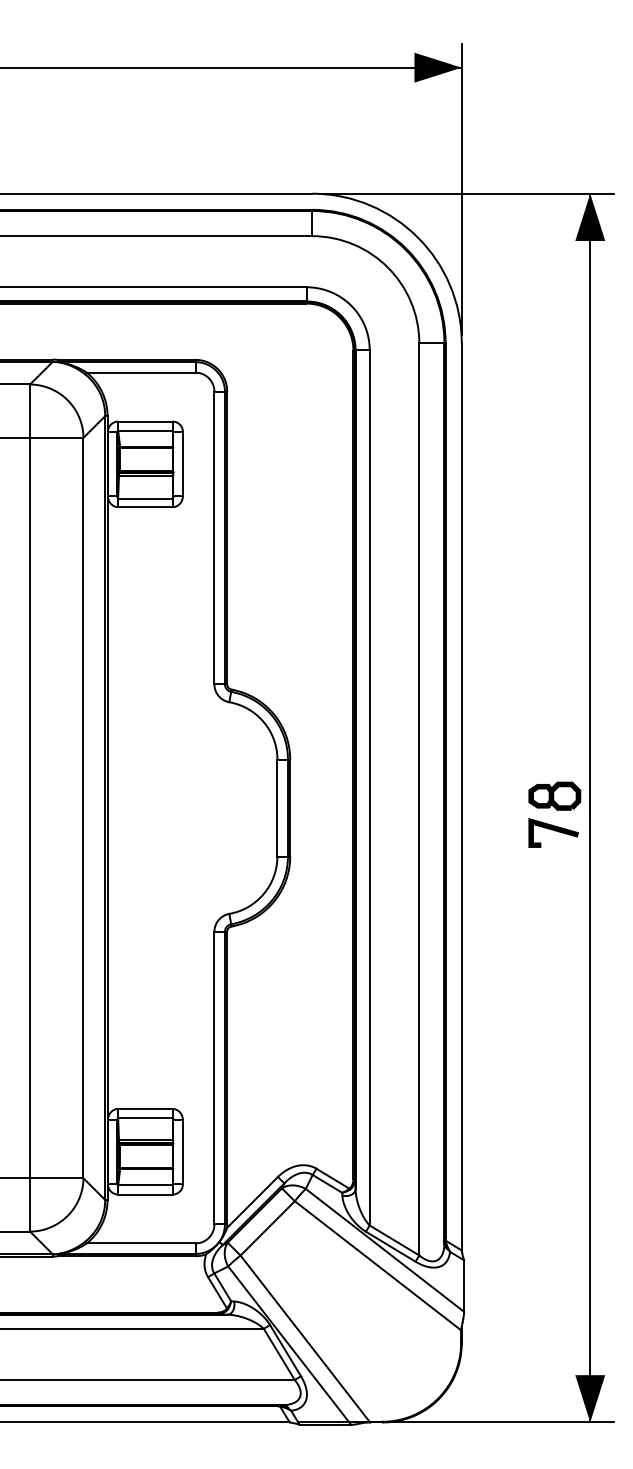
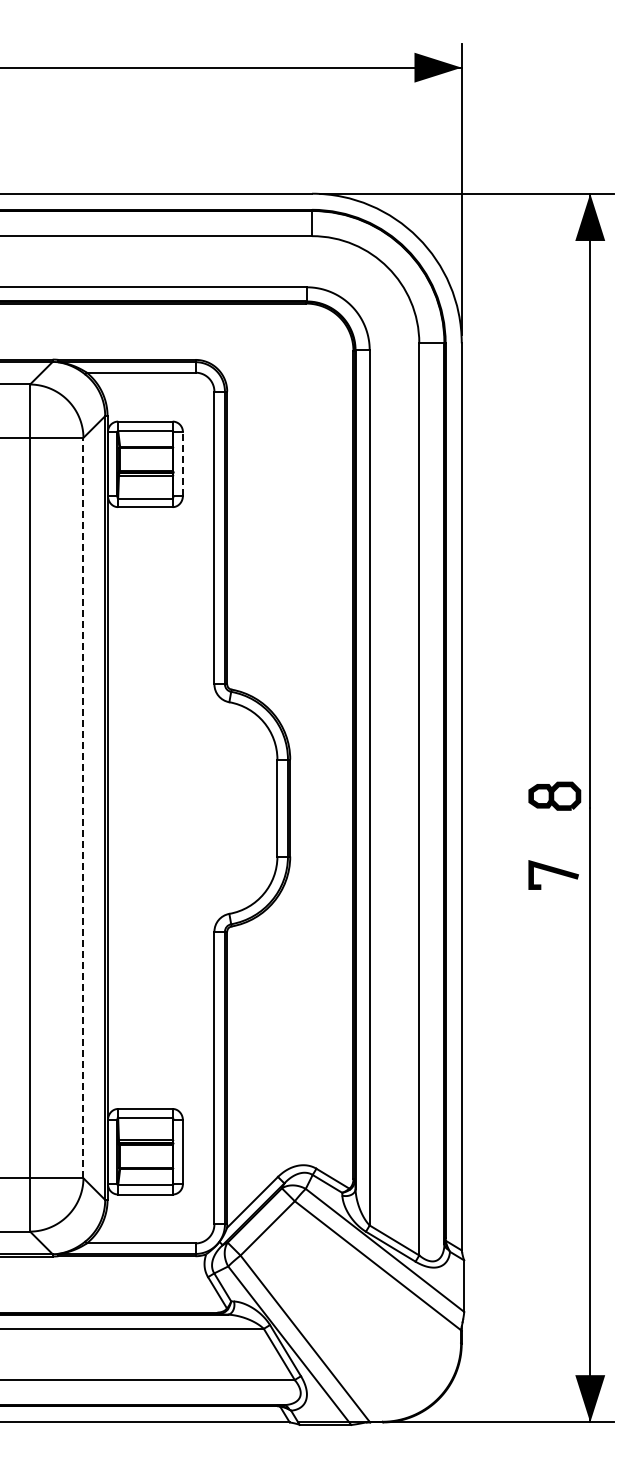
line at (182, 463): solid -> dashed
line at (83, 807): solid -> dashed
line at (553, 830) position: (553, 830) -> (553, 872)
